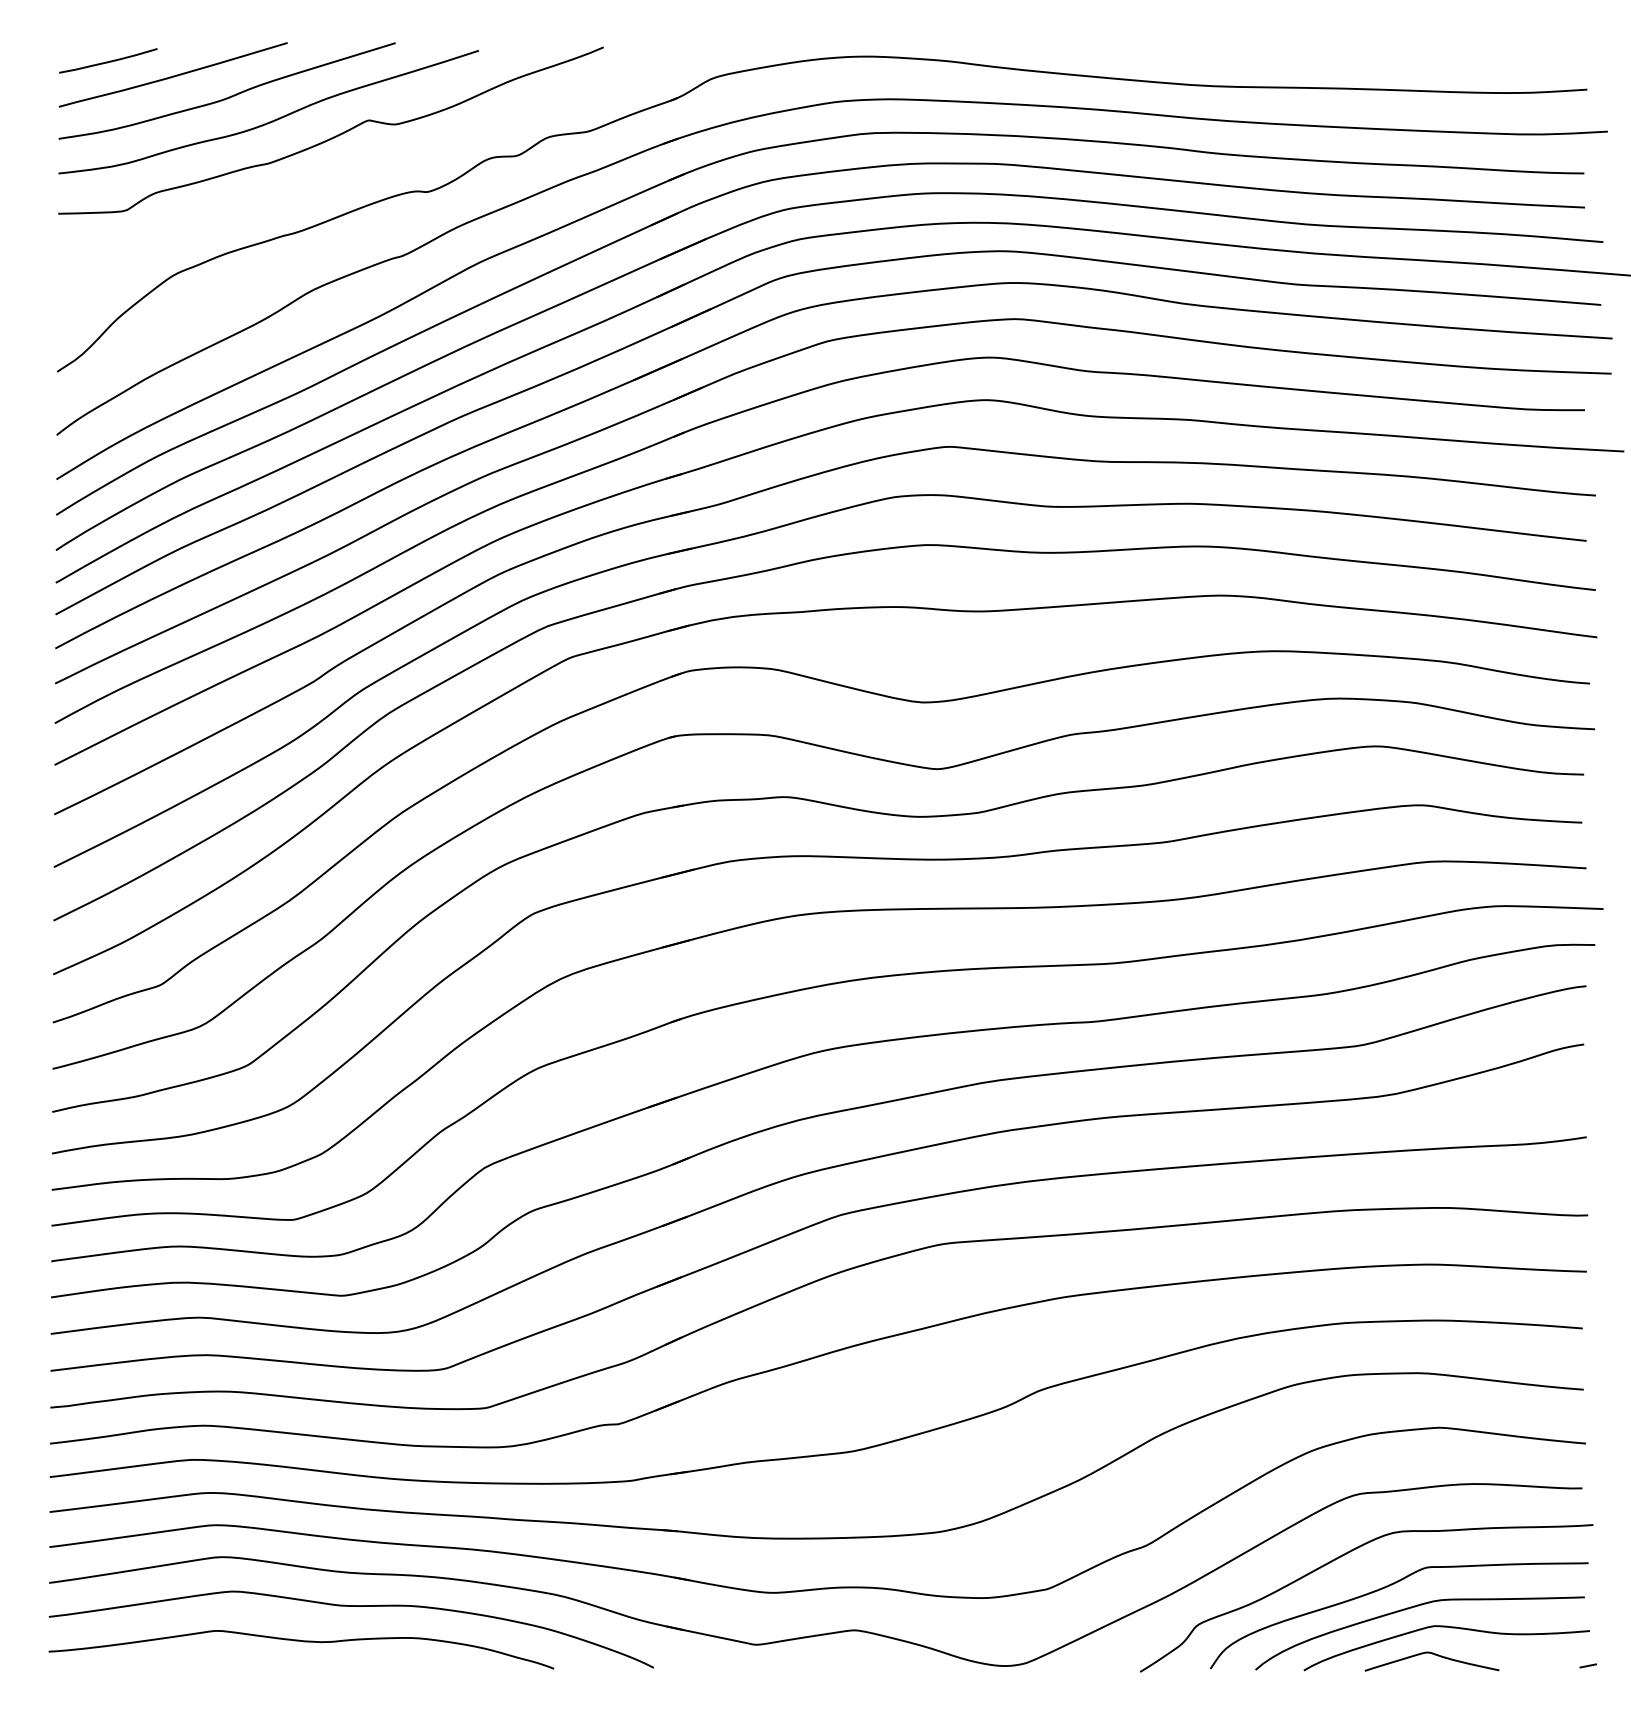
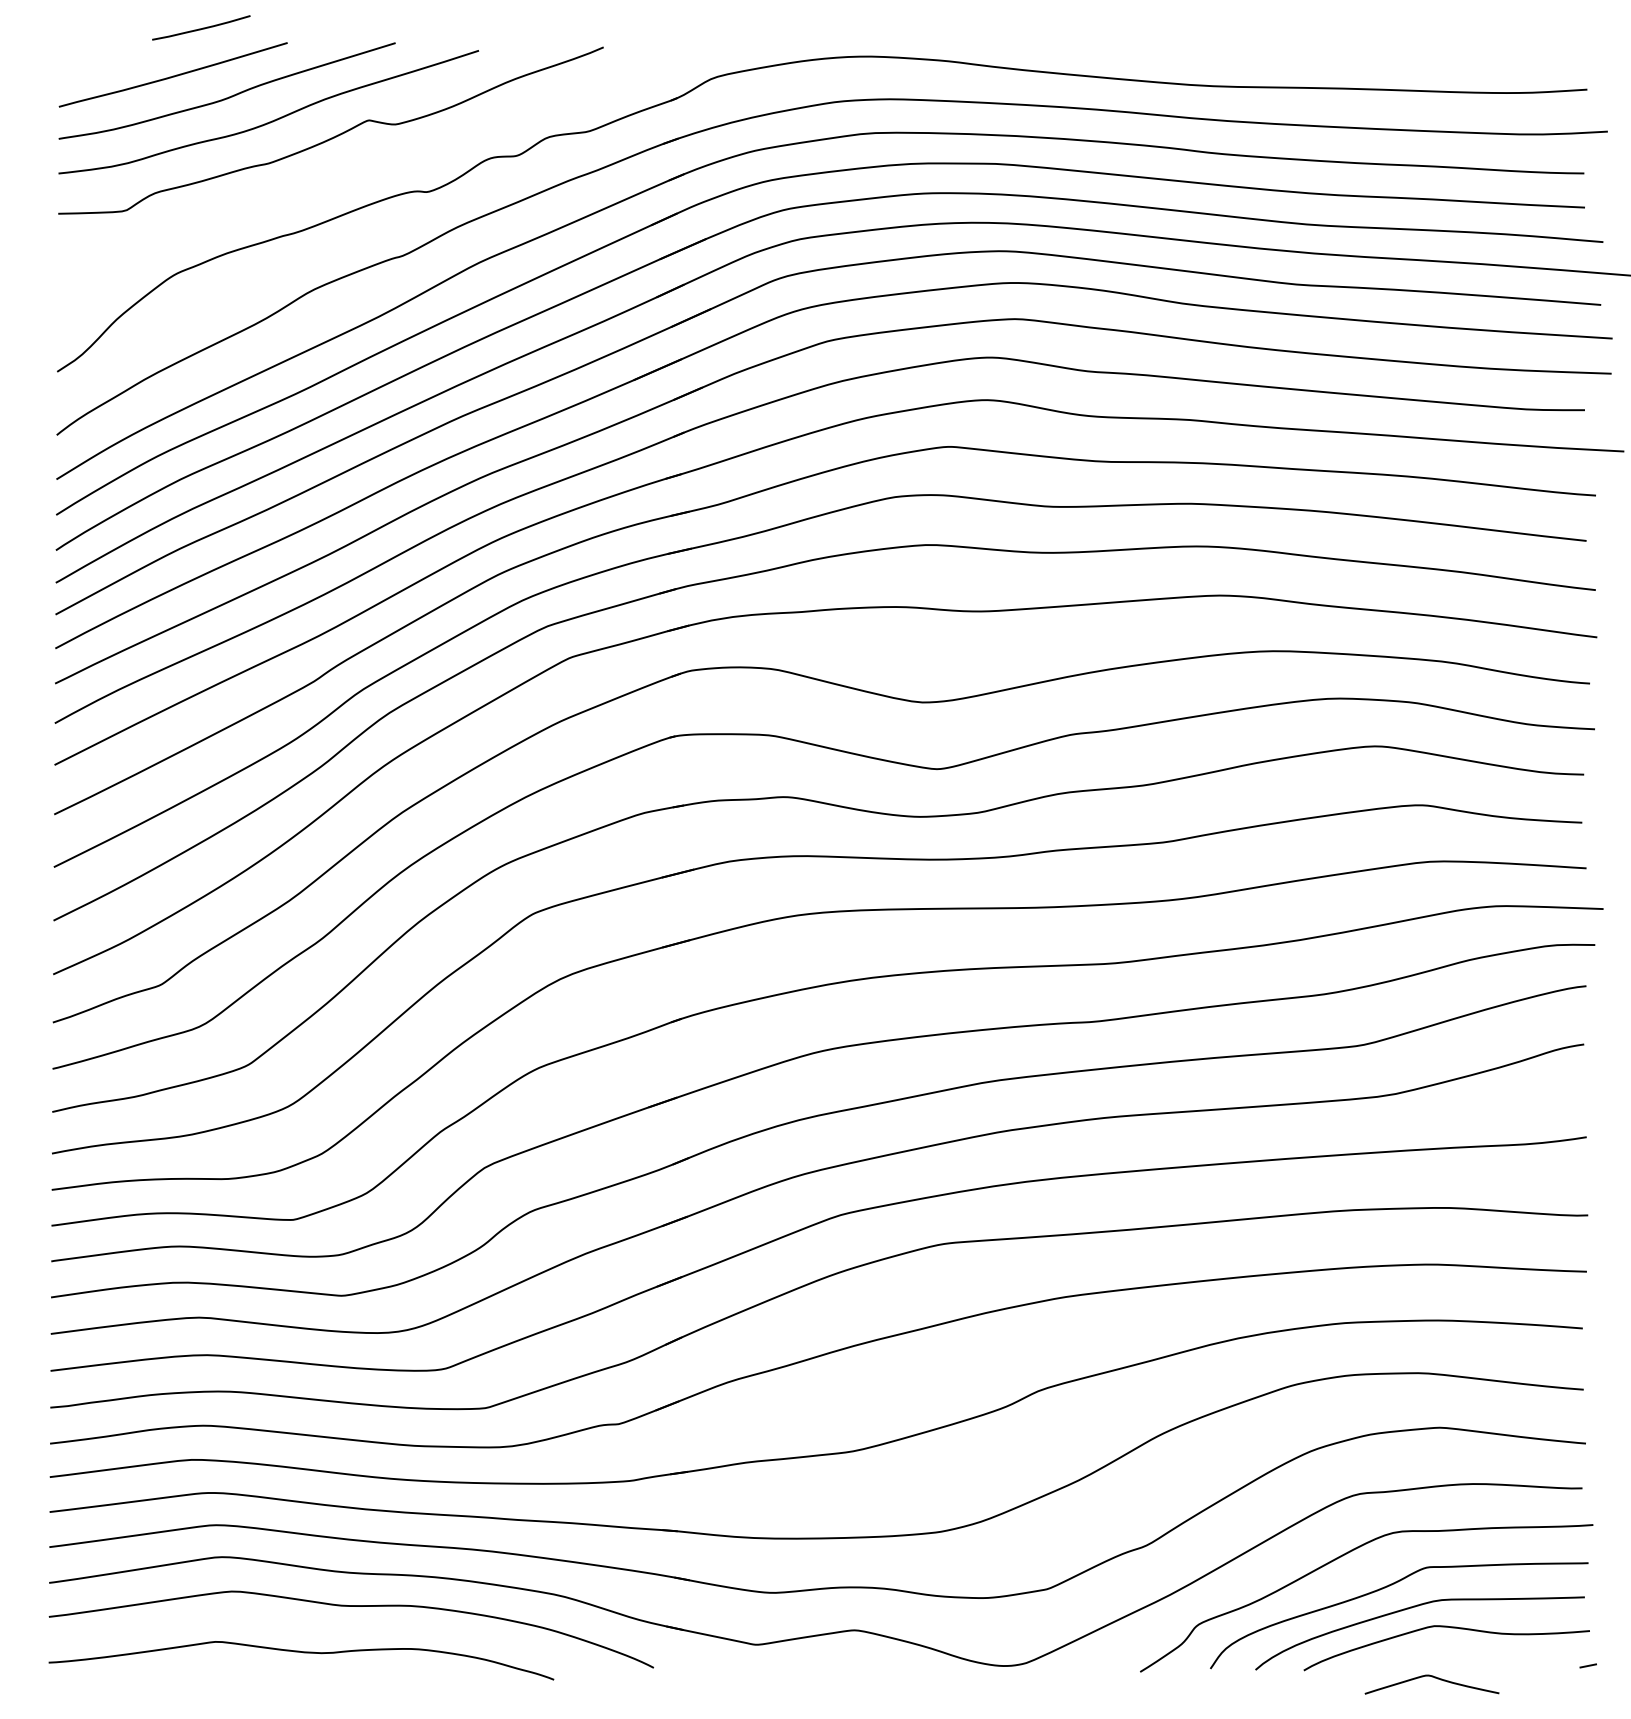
curve at (109, 60) position: (109, 60) -> (202, 27)
curve at (303, 1642) position: (303, 1642) -> (303, 1653)
curve at (1434, 1655) position: (1434, 1655) -> (1434, 1678)
